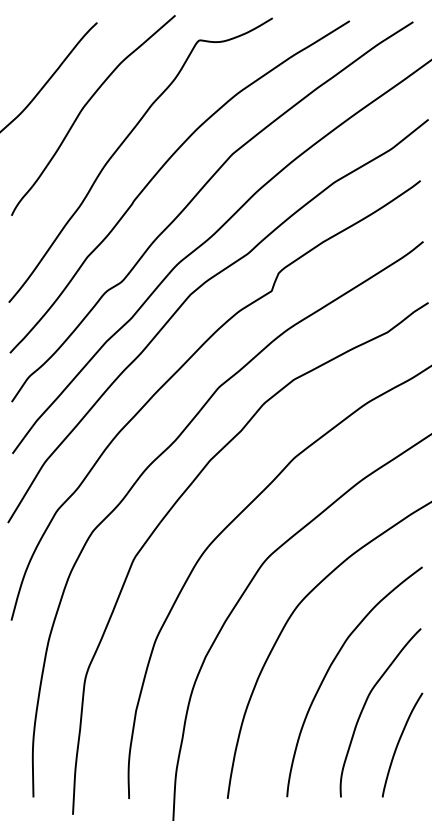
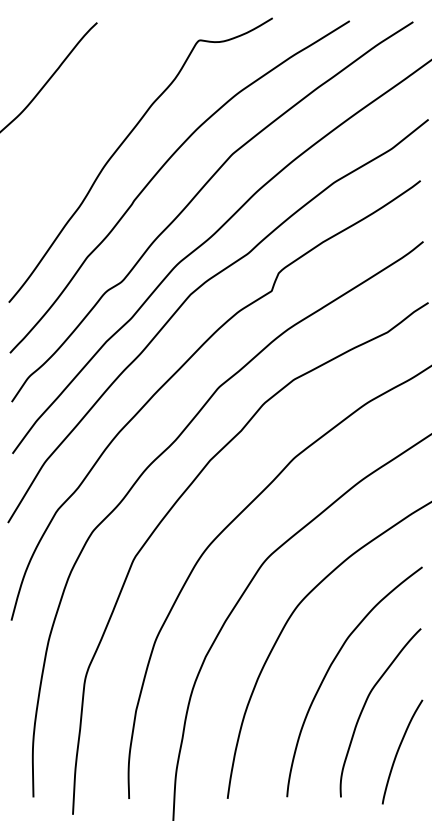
curve at (83, 109): present -> none
curve at (399, 742) position: (399, 742) -> (399, 749)
